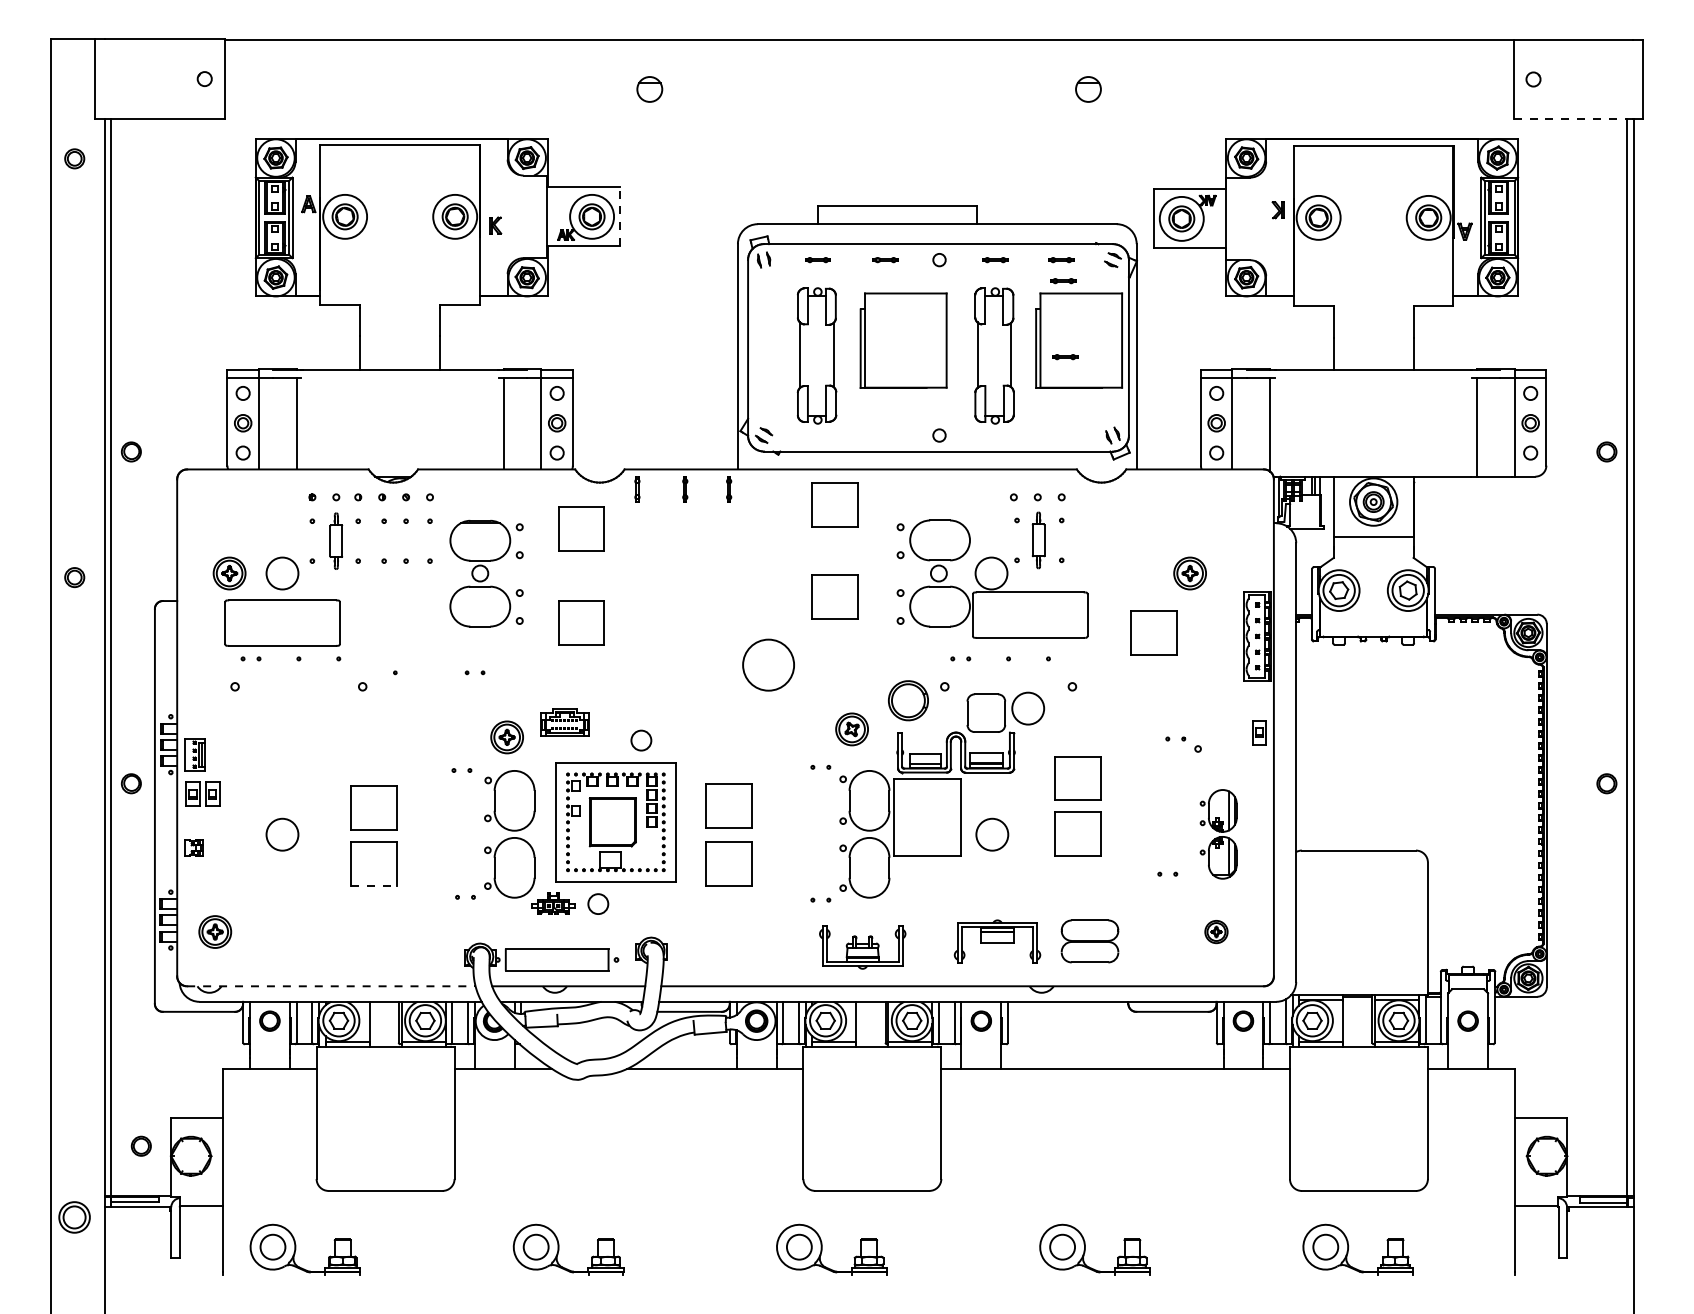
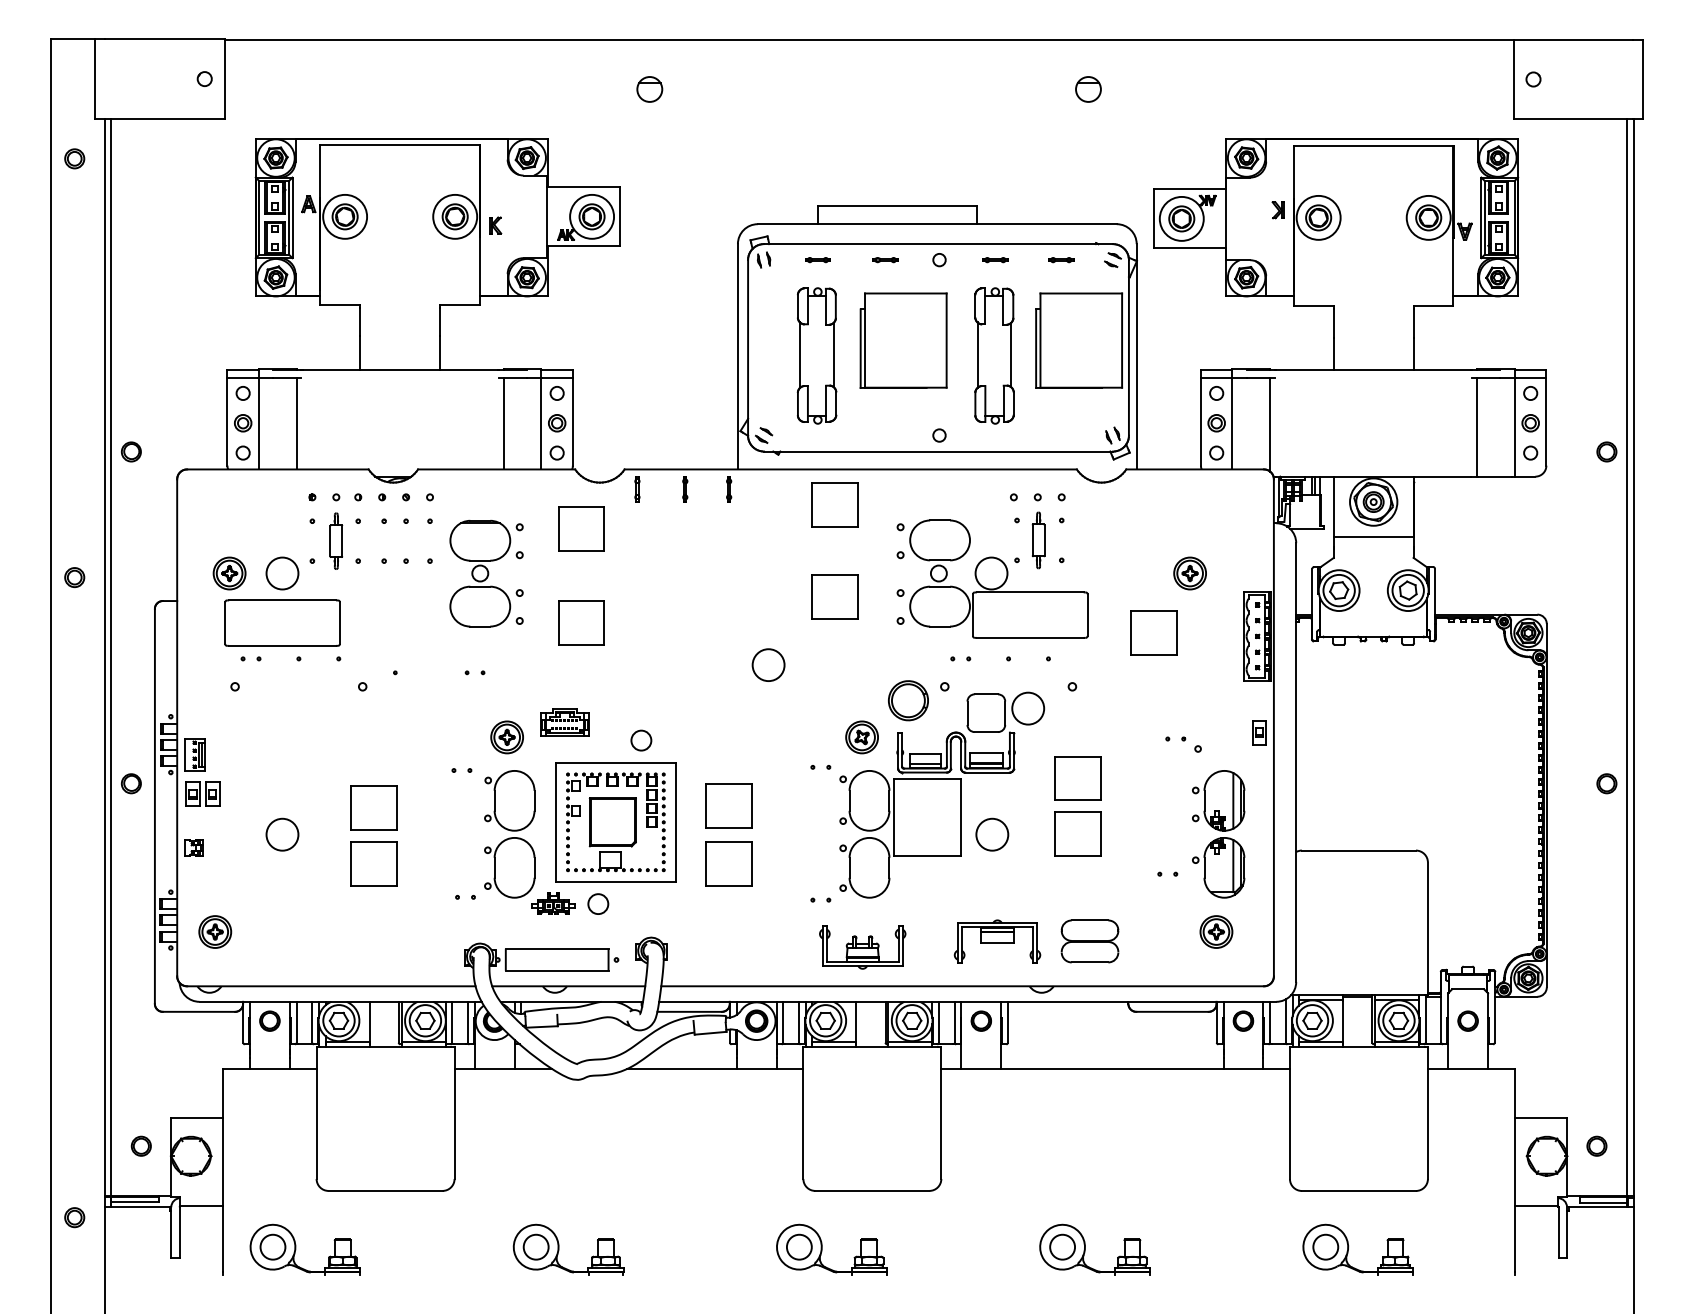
line at (1573, 119): dashed -> solid
line at (619, 216): dashed -> solid
part at (1063, 281): present -> none
part at (1065, 357): present -> none
circle at (768, 664) diameter: 51 px -> 32 px
part at (851, 729) position: (851, 729) -> (861, 737)
part at (1218, 834) size: 39x91 px -> 54x129 px
line at (374, 886): dashed -> solid
part at (1216, 932) size: 25x25 px -> 35x34 px
line at (331, 986): dashed -> solid
part at (1596, 1145): none -> present
part at (74, 1217) size: 33x33 px -> 22x22 px
